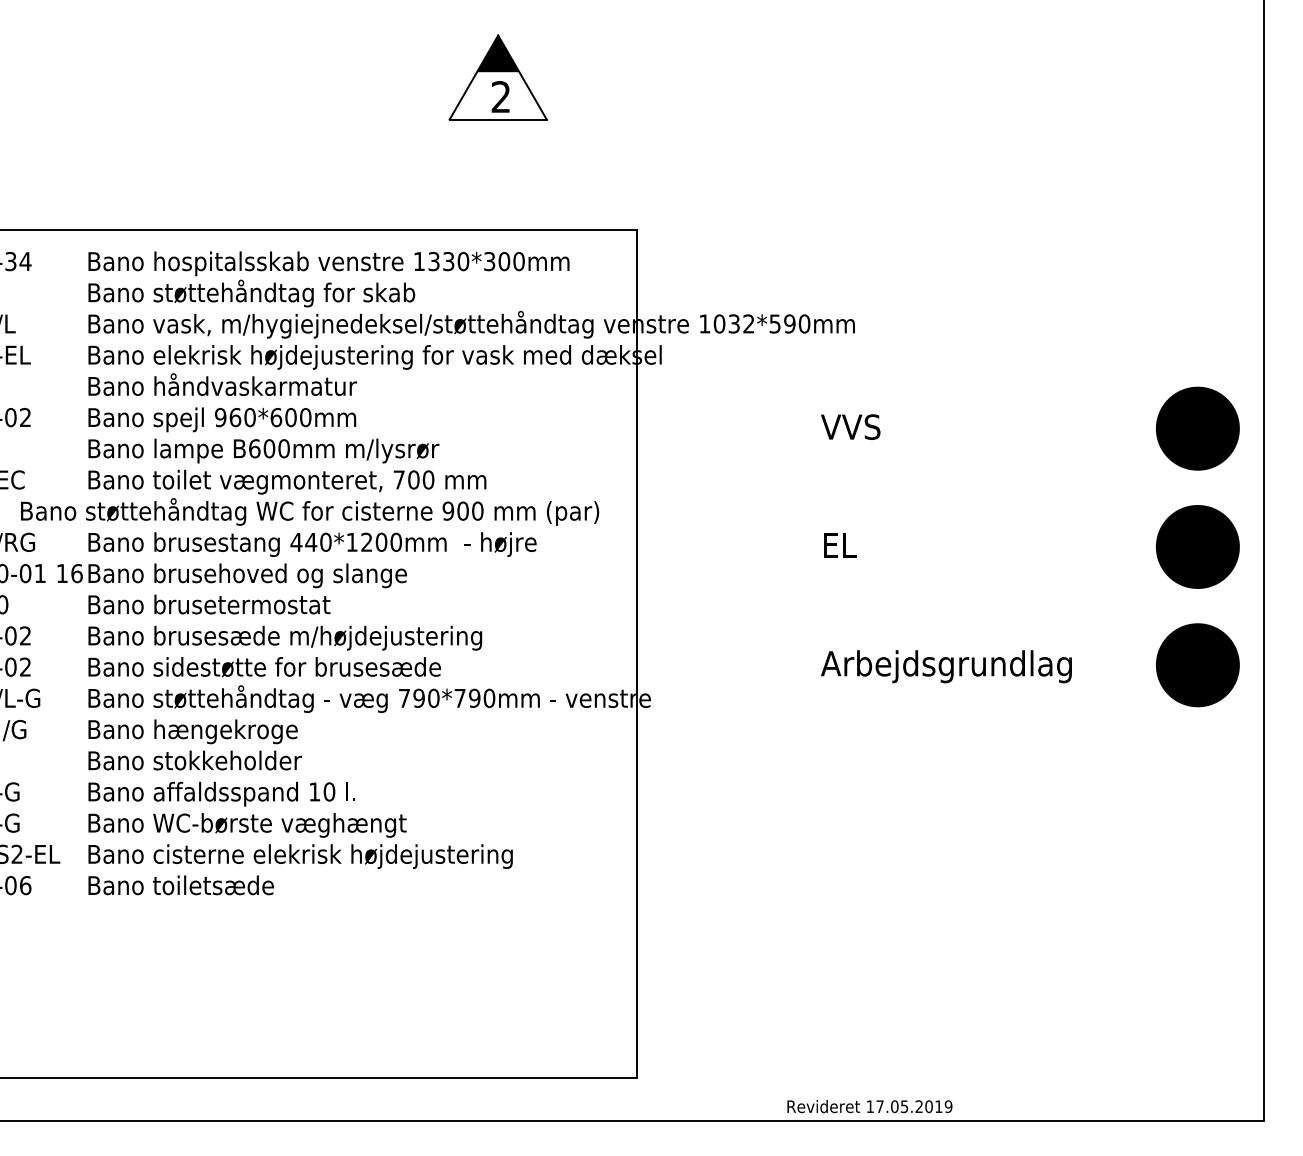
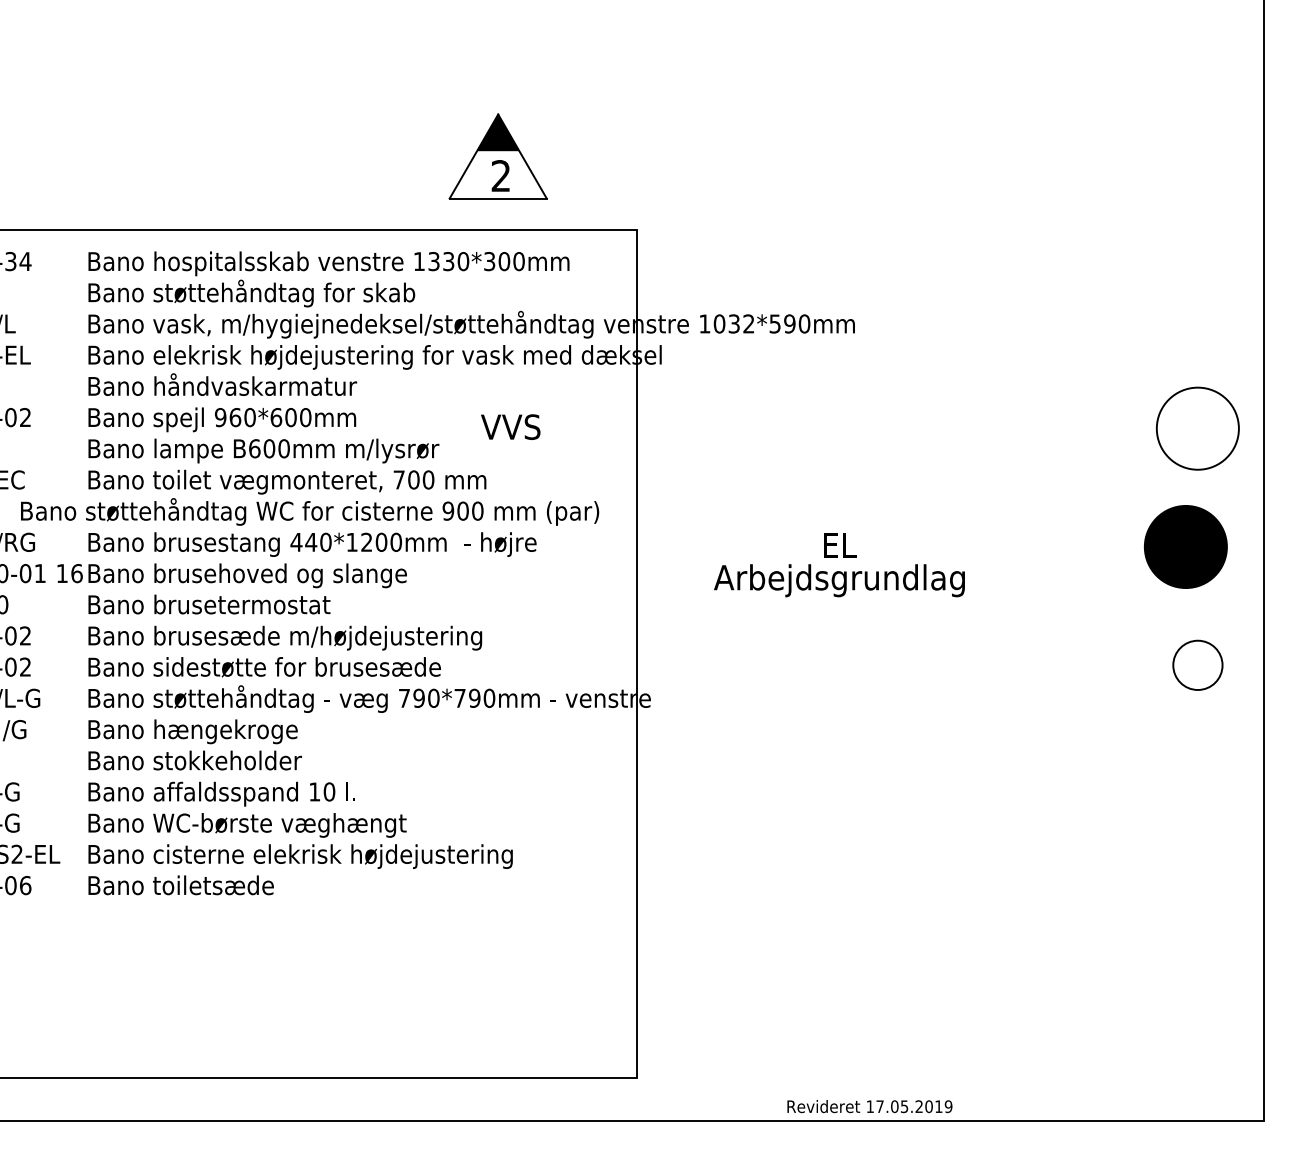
part at (497, 77) position: (497, 77) -> (497, 156)
text at (850, 426) position: (850, 426) -> (510, 426)
fill at (1197, 428): present -> none
part at (1197, 546) position: (1197, 546) -> (1185, 546)
part at (1197, 665) size: 84x85 px -> 52x52 px
text at (946, 666) position: (946, 666) -> (839, 580)
